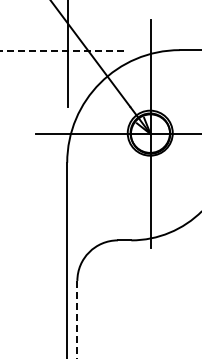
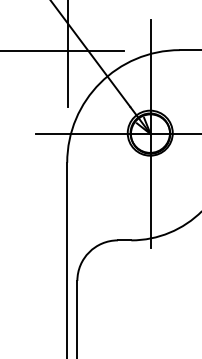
line at (62, 51): dashed -> solid
line at (77, 319): dashed -> solid
